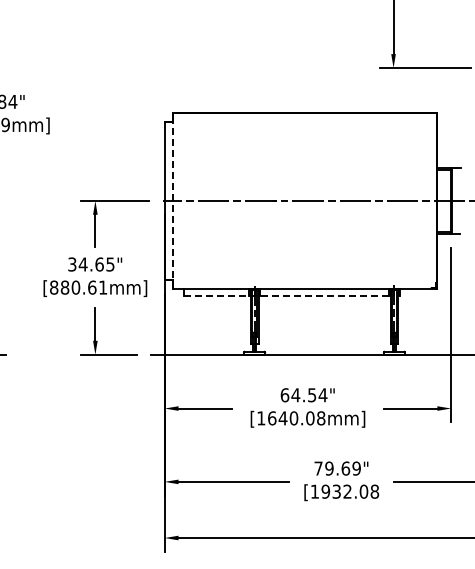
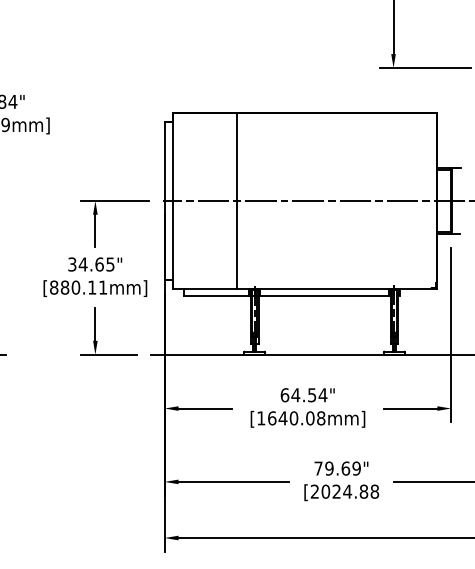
line at (173, 200): dashed -> solid
line at (237, 200): none -> present
text at (92, 287): [880.61mm] -> [880.11mm]
line at (287, 295): dashed -> solid
text at (339, 491): [1932.08 -> [2024.88
